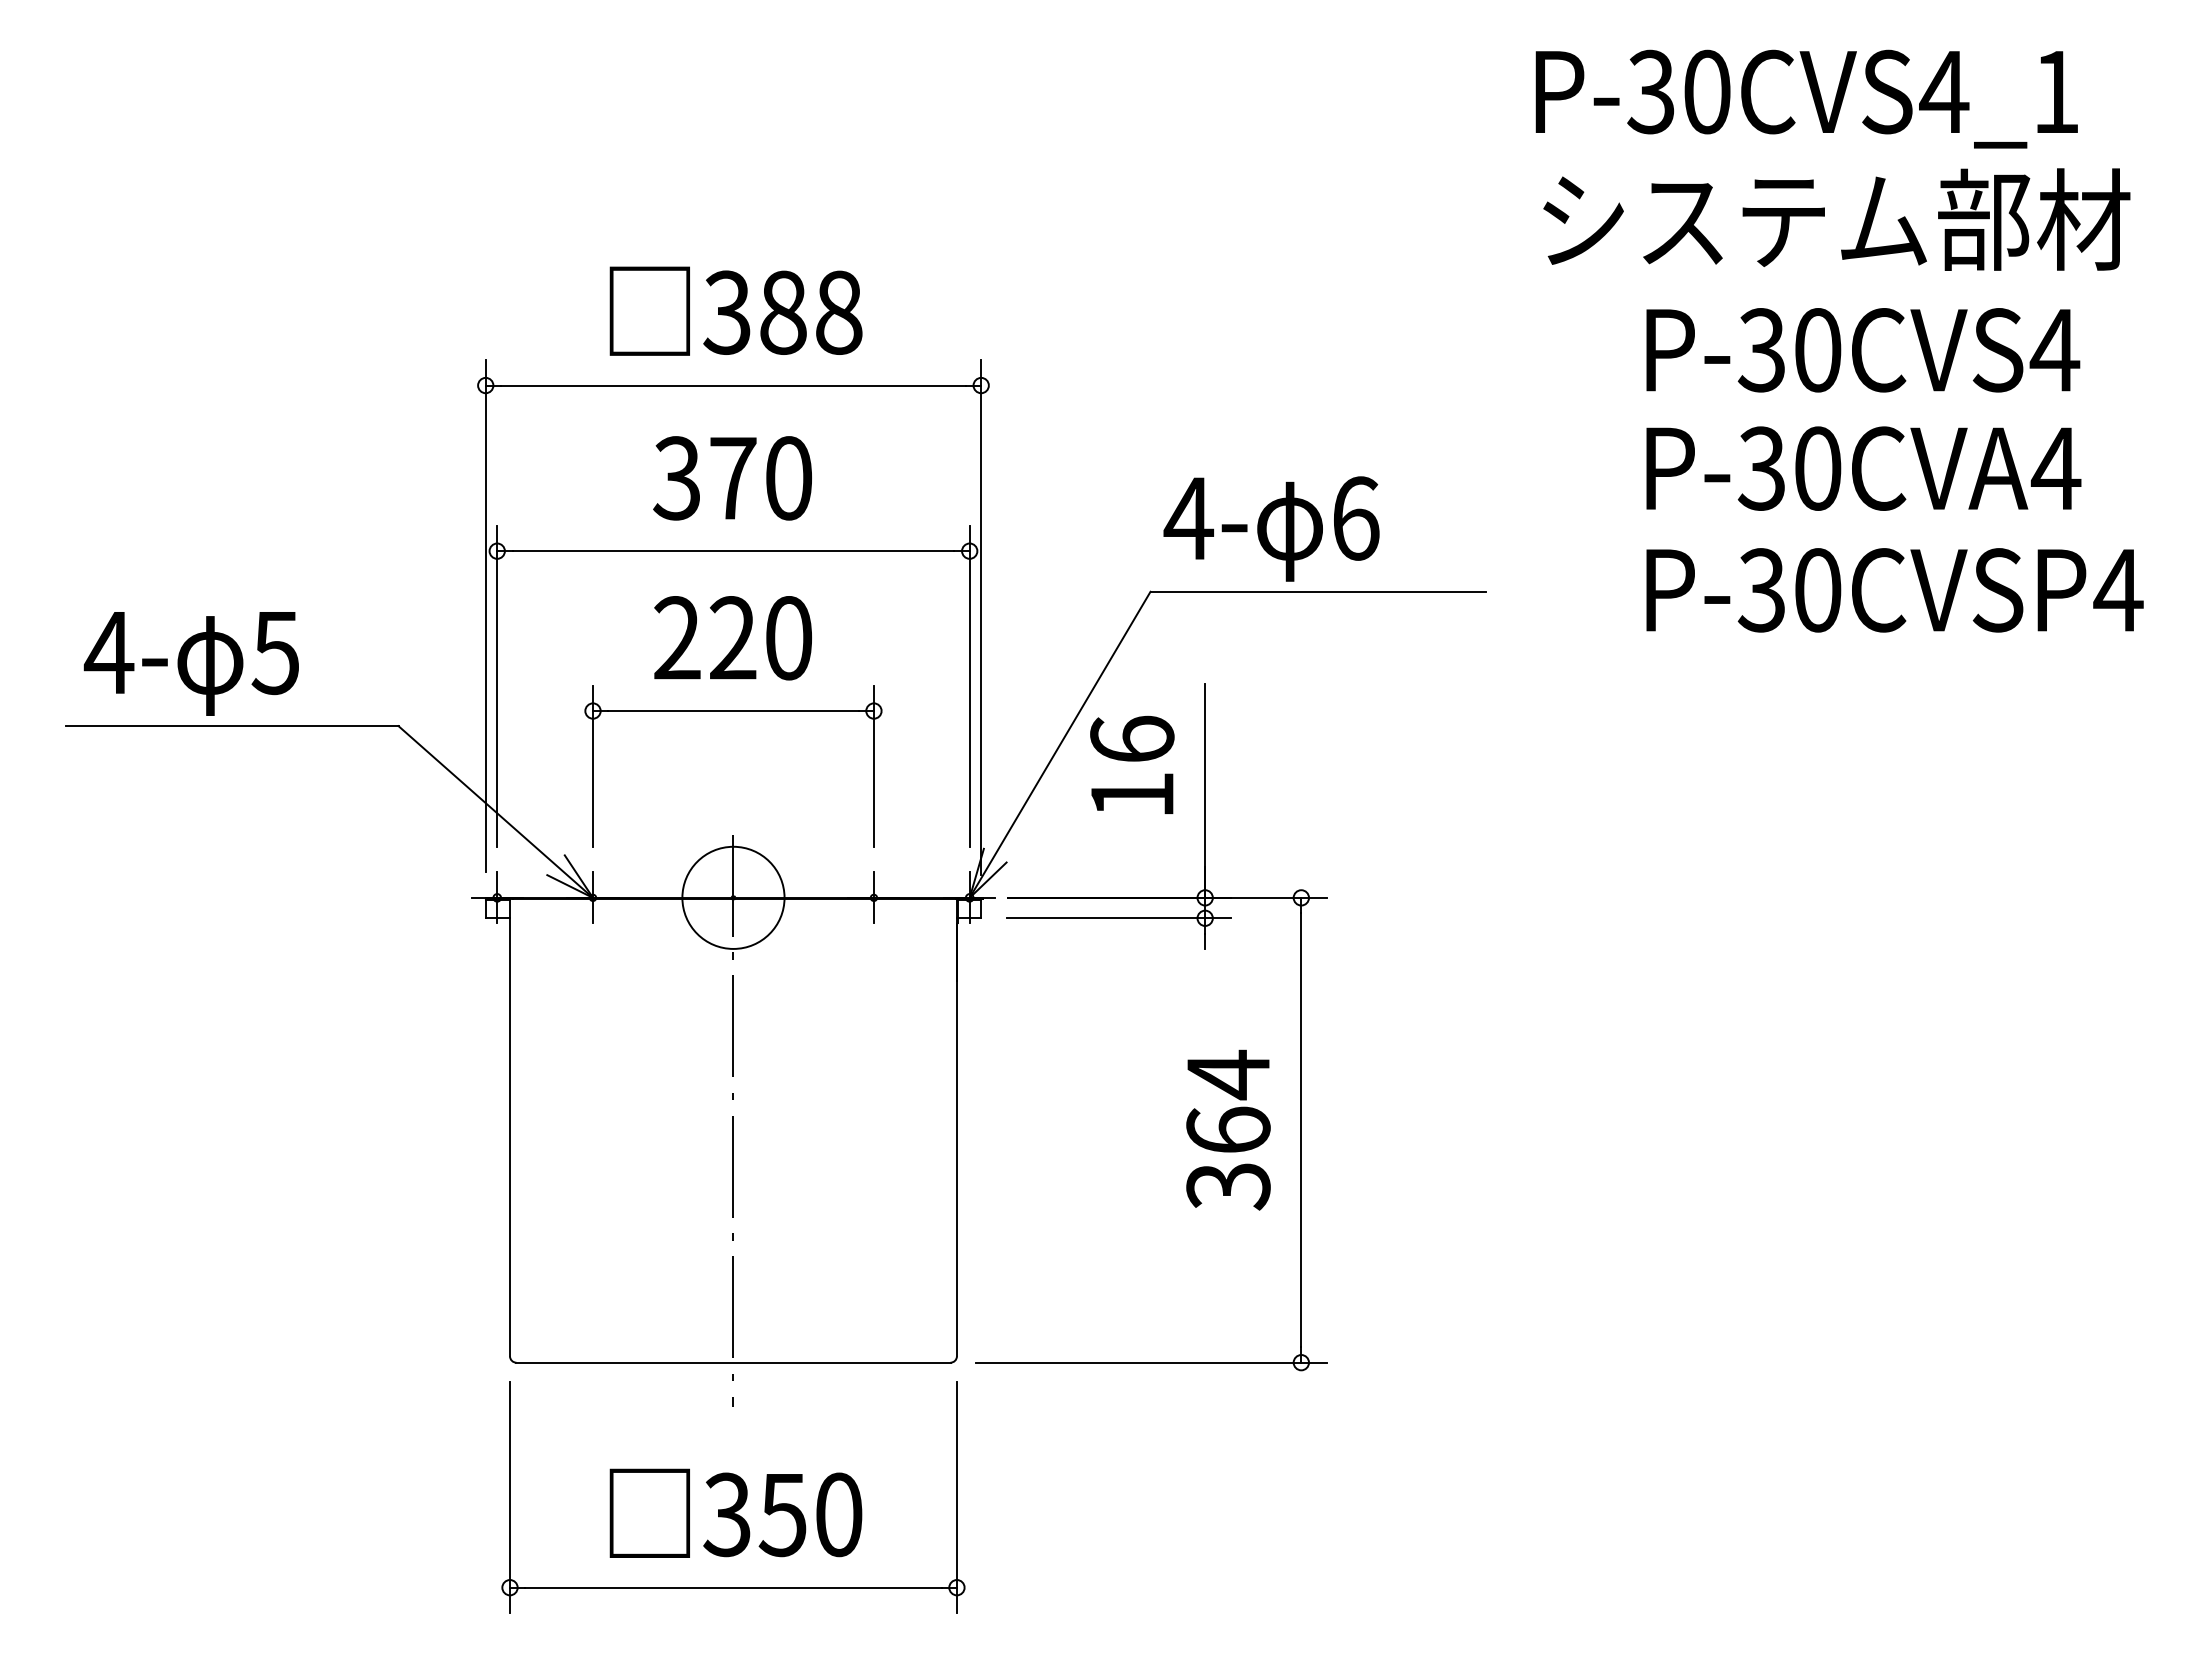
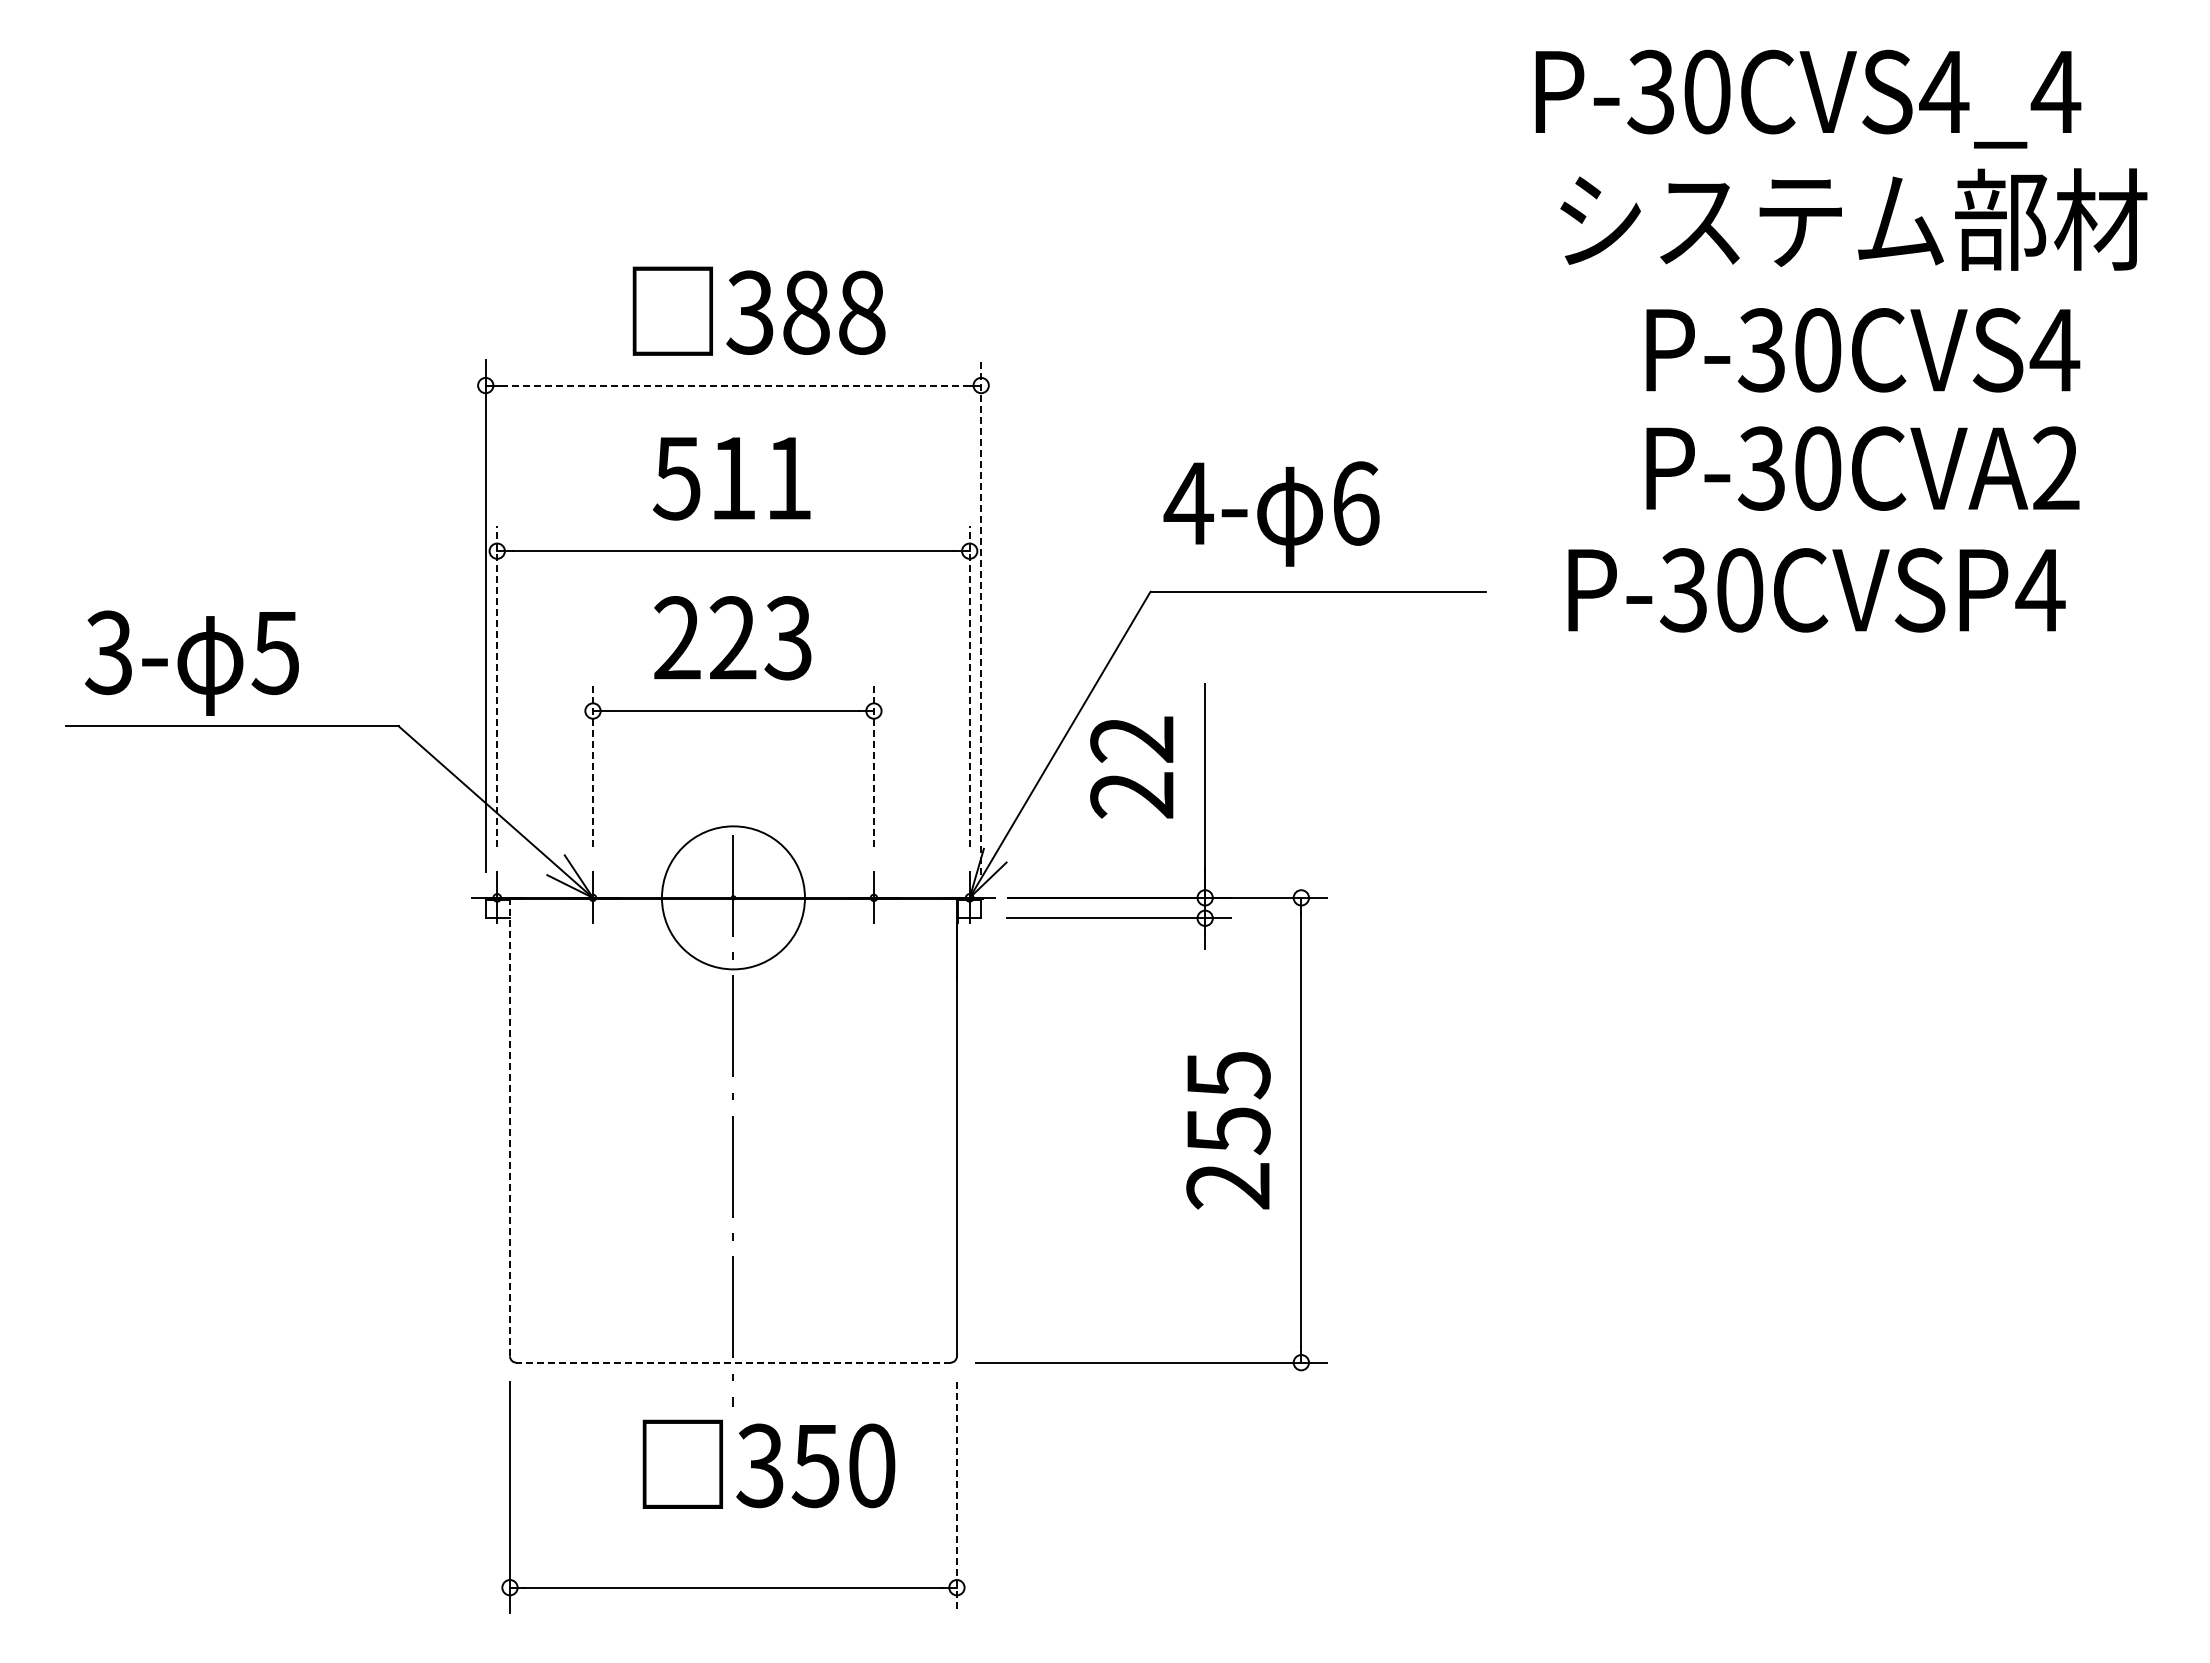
text at (2055, 91): P-30CVS4_1 -> P-30CVS4_4
text at (1836, 219) position: (1836, 219) -> (1853, 219)
text at (735, 310) position: (735, 310) -> (758, 310)
line at (733, 385): solid -> dashed
text at (2055, 467): P-30CVA4 -> P-30CVA2
text at (732, 478): 370 -> 511
text at (1271, 528) position: (1271, 528) -> (1271, 513)
text at (1894, 590) position: (1894, 590) -> (1816, 590)
line at (981, 616): solid -> dashed
text at (788, 638): 220 -> 223
text at (108, 652): 4- -> 3-
line at (497, 686): solid -> dashed
line at (969, 686): solid -> dashed
line at (593, 766): solid -> dashed
line at (873, 766): solid -> dashed
text at (1132, 766): 16 -> 22
circle at (733, 897) diameter: 102 px -> 143 px
line at (510, 1128): solid -> dashed
text at (1228, 1129): 364 -> 255
line at (732, 1362): solid -> dashed
line at (956, 1498): solid -> dashed
text at (735, 1512) position: (735, 1512) -> (768, 1463)
